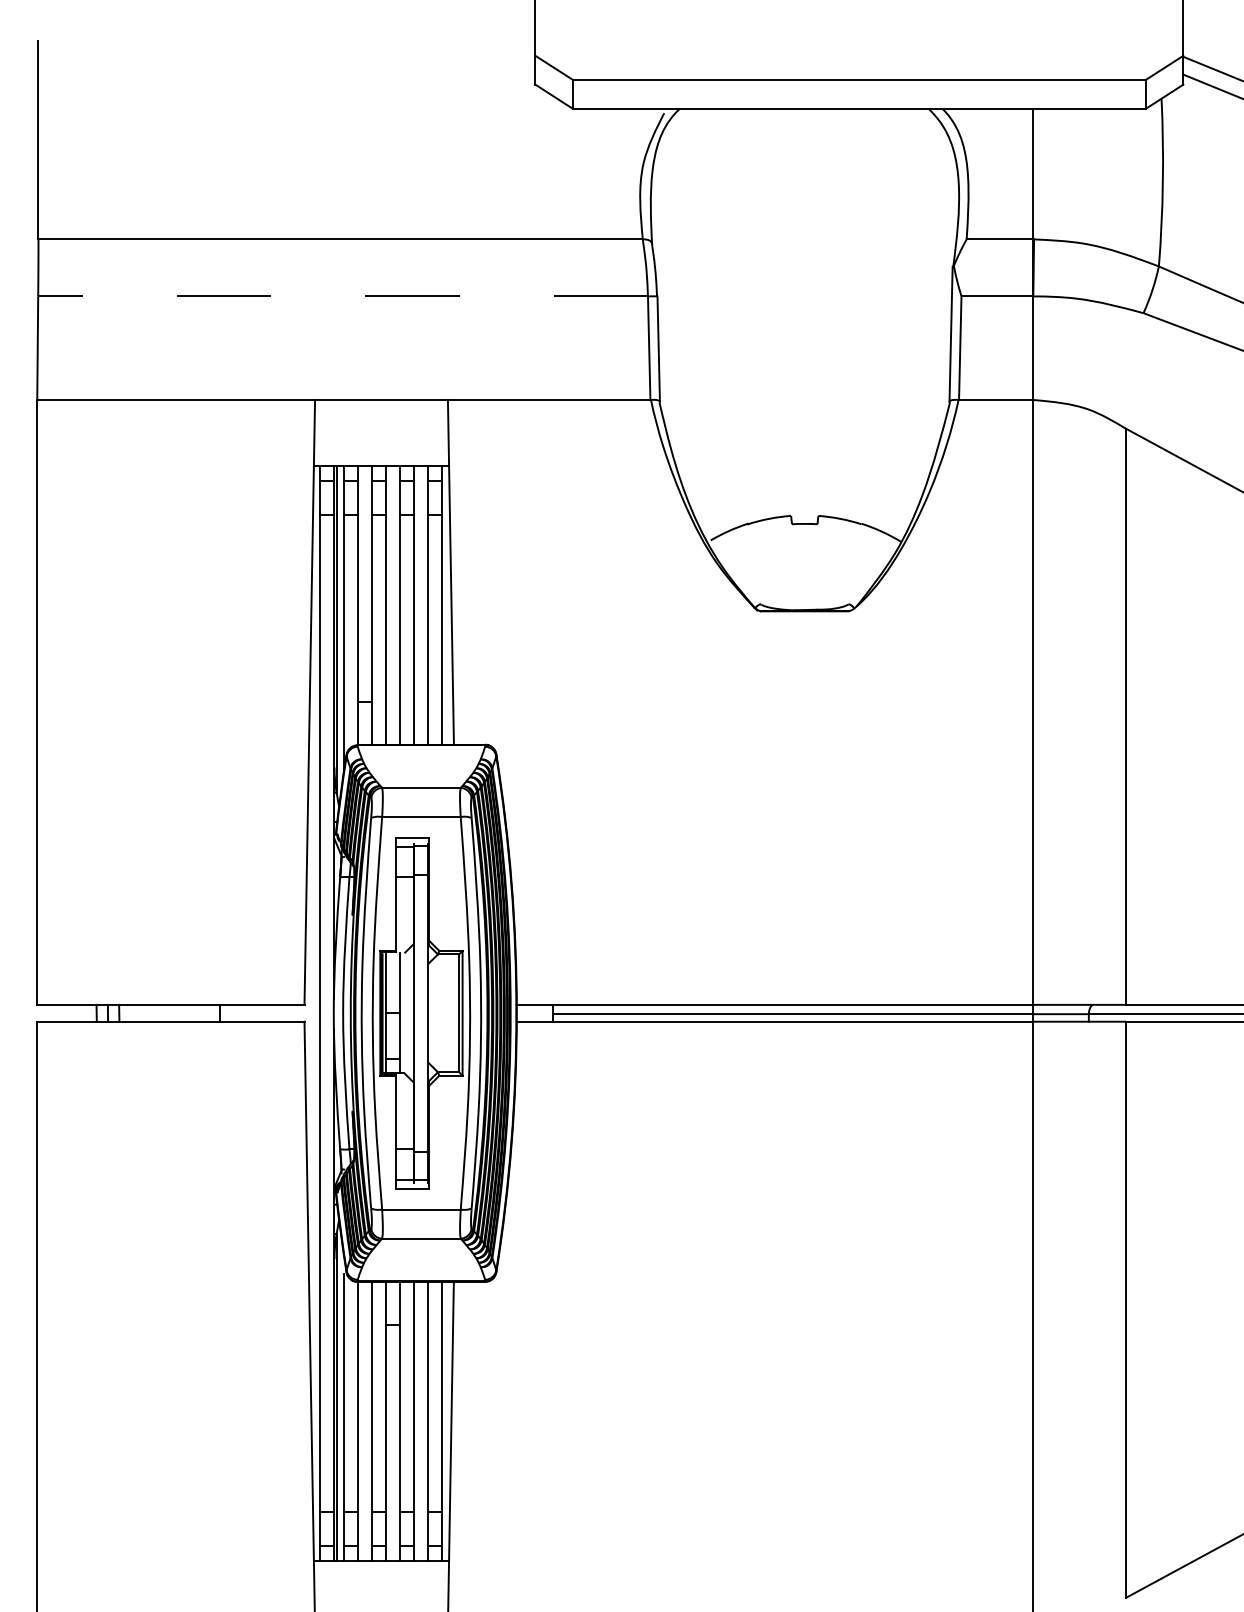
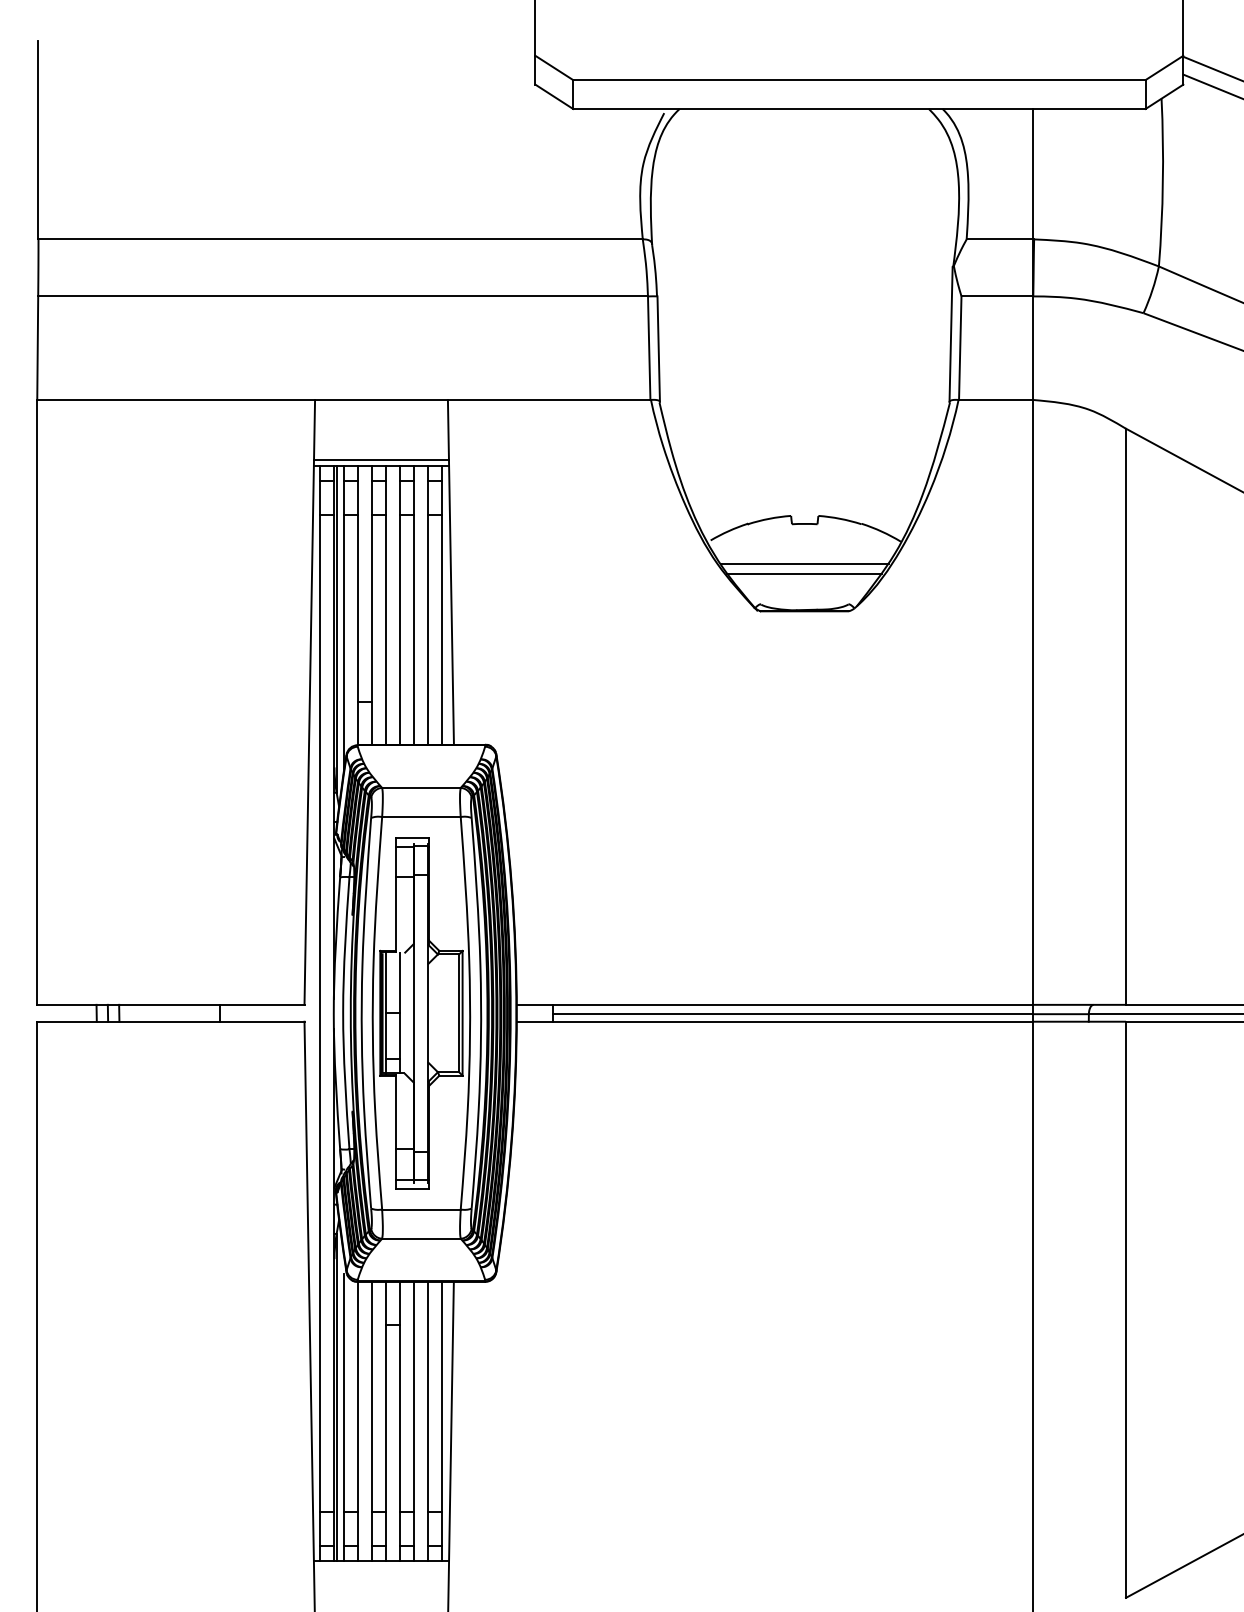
line at (343, 296): dashed -> solid
line at (381, 460): none -> present
line at (804, 563): none -> present
line at (803, 573): none -> present
